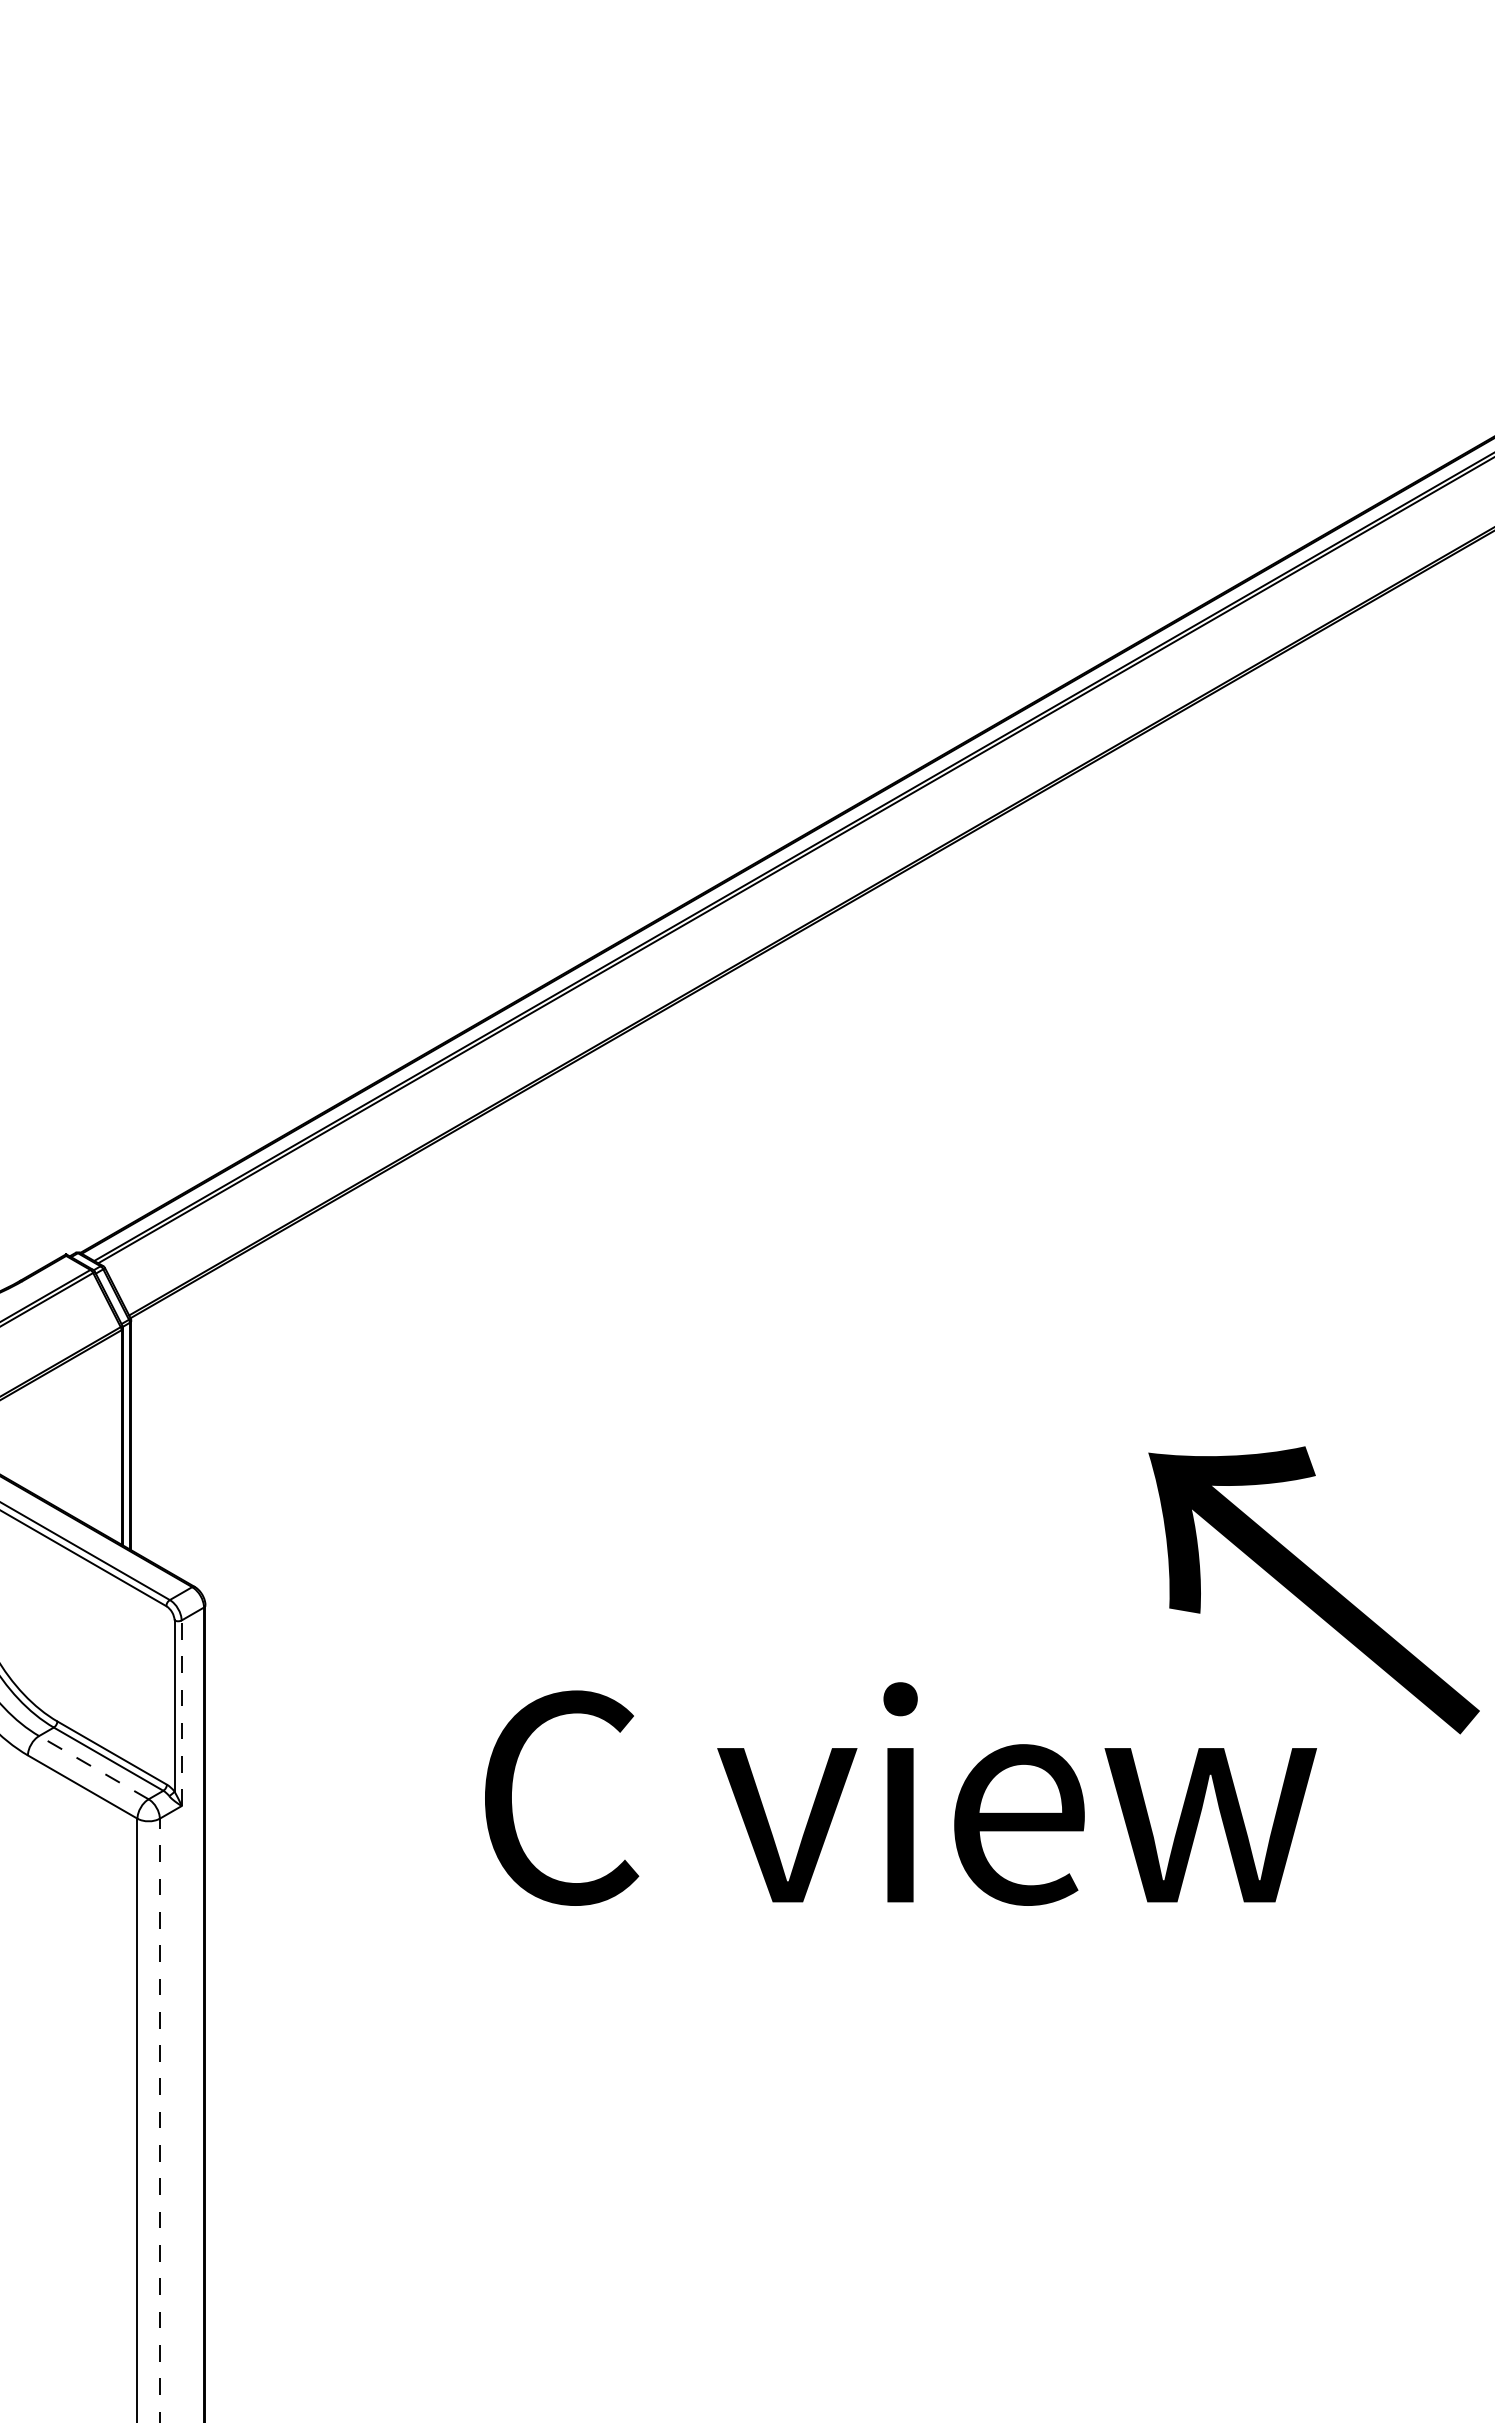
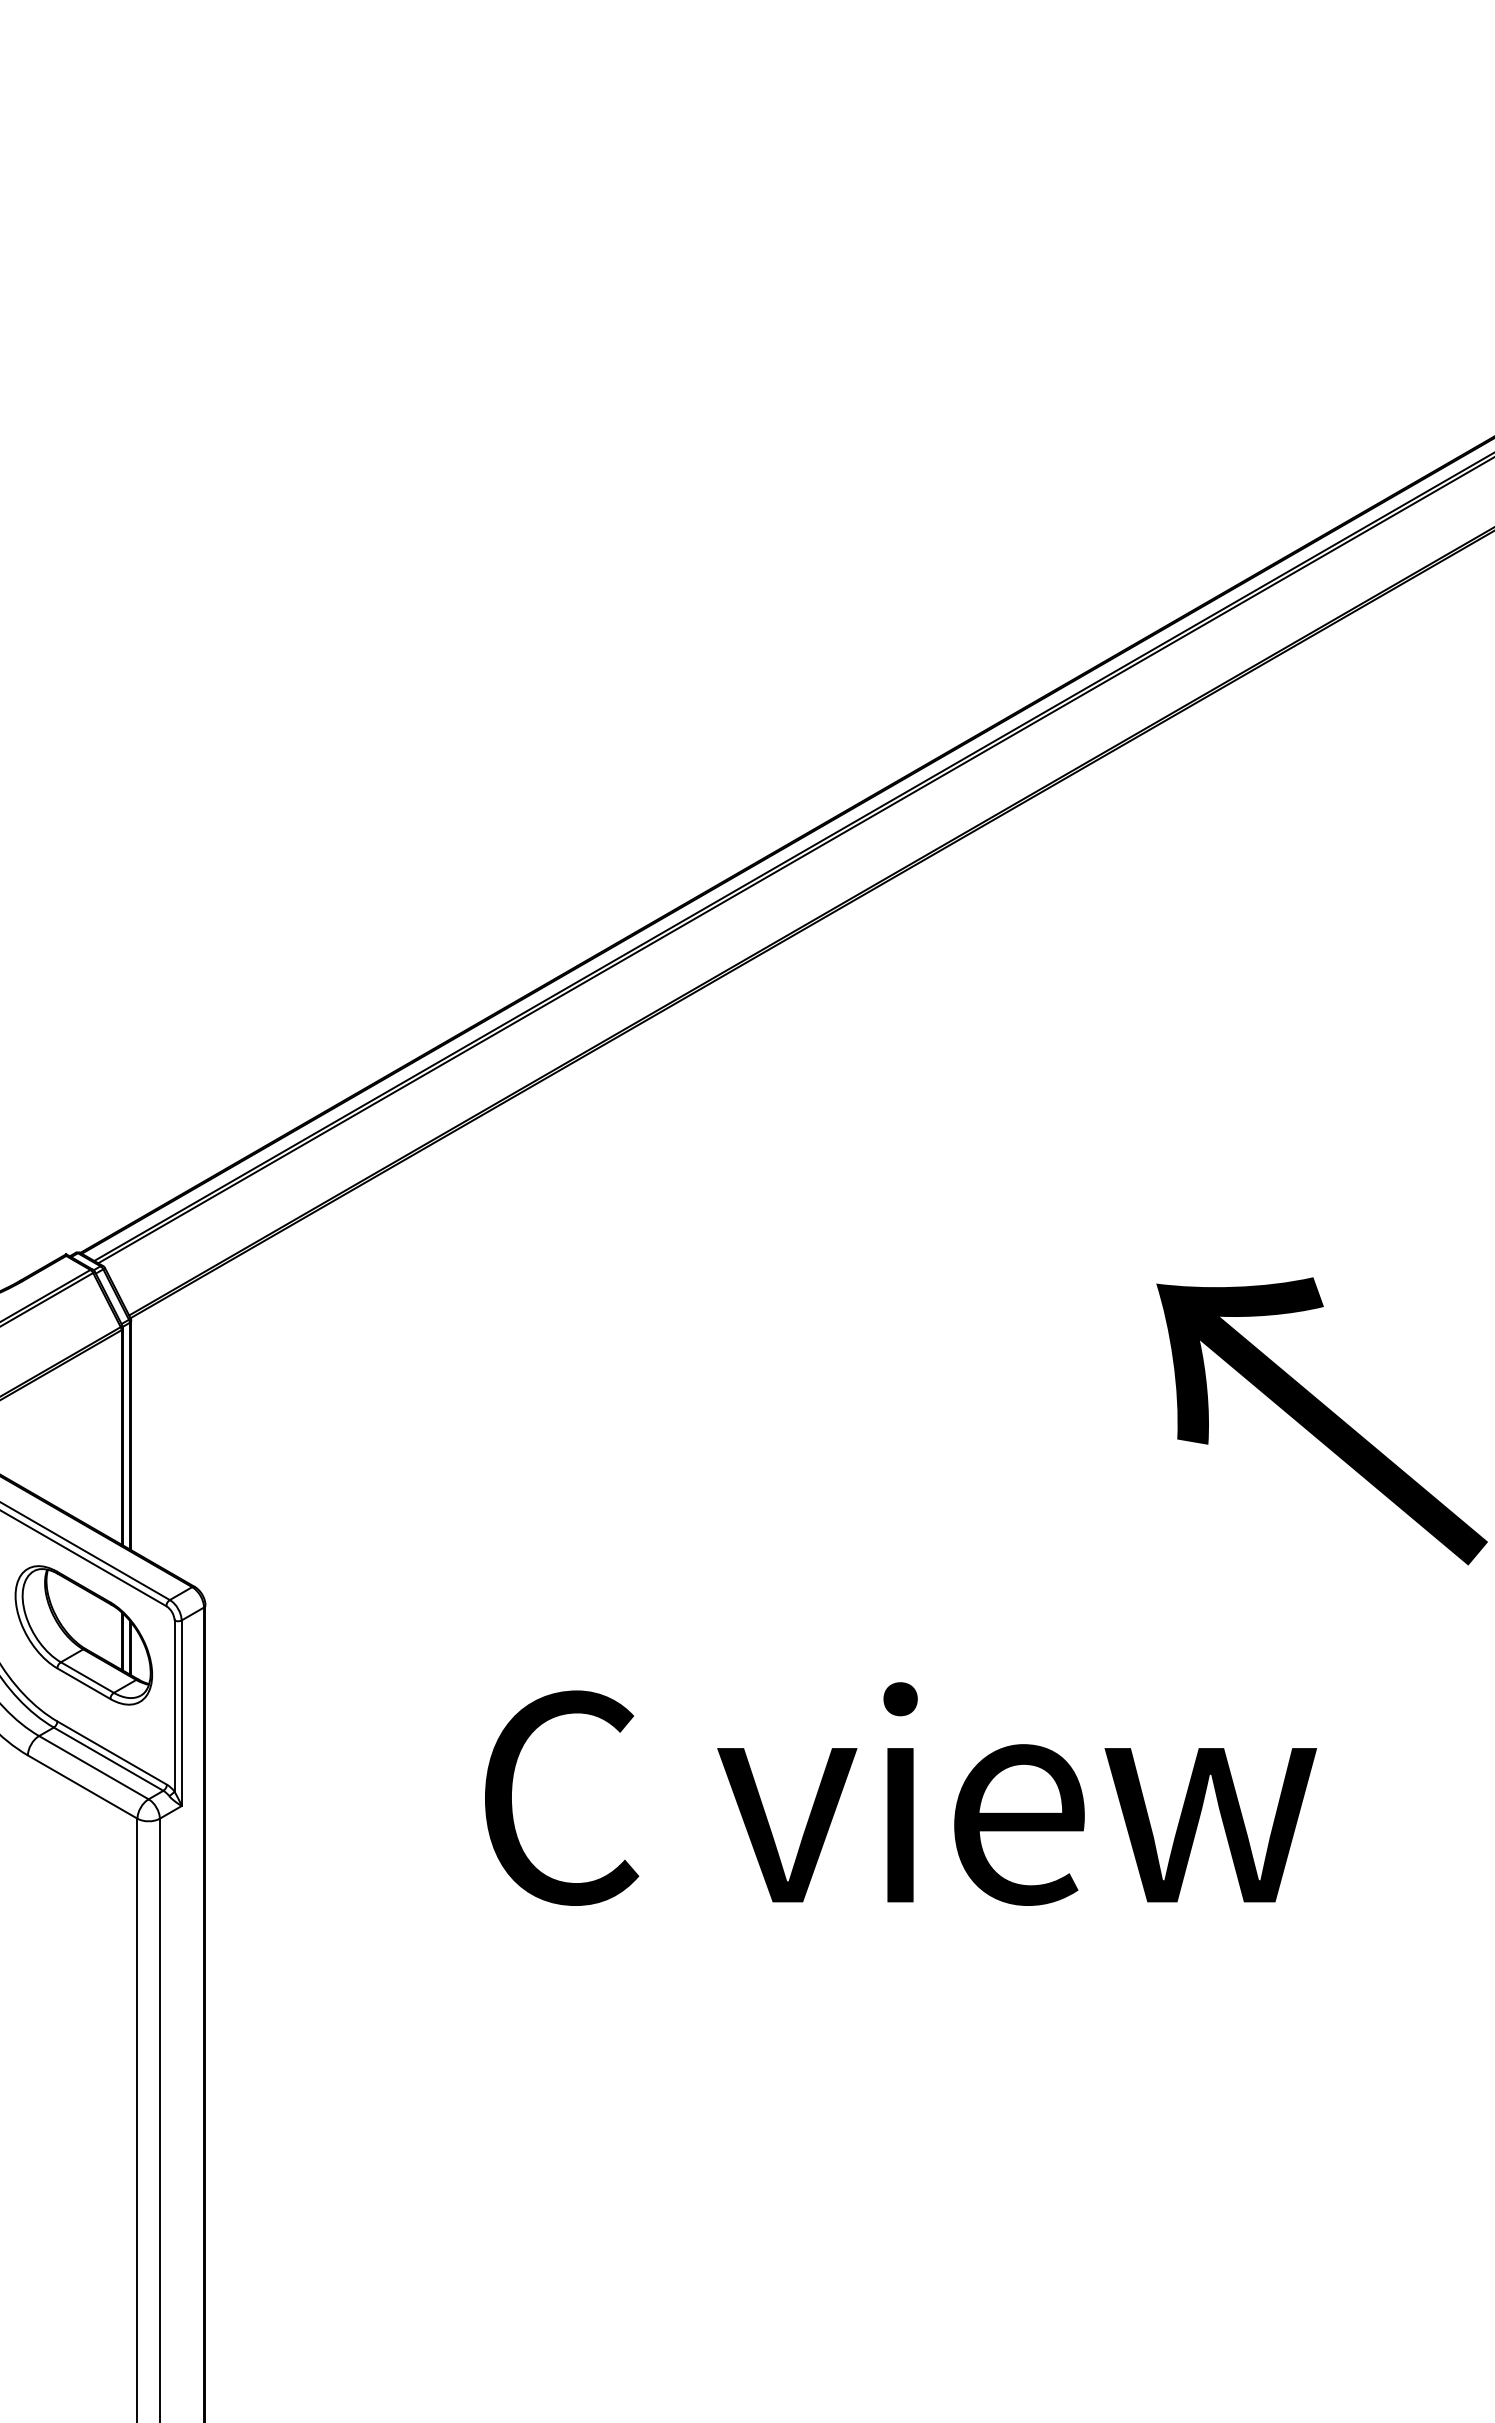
text at (1313, 1590) position: (1313, 1590) -> (1321, 1421)
part at (83, 1635): none -> present
line at (181, 1713): dashed -> solid
line at (93, 1767): dashed -> solid
line at (159, 2120): dashed -> solid
